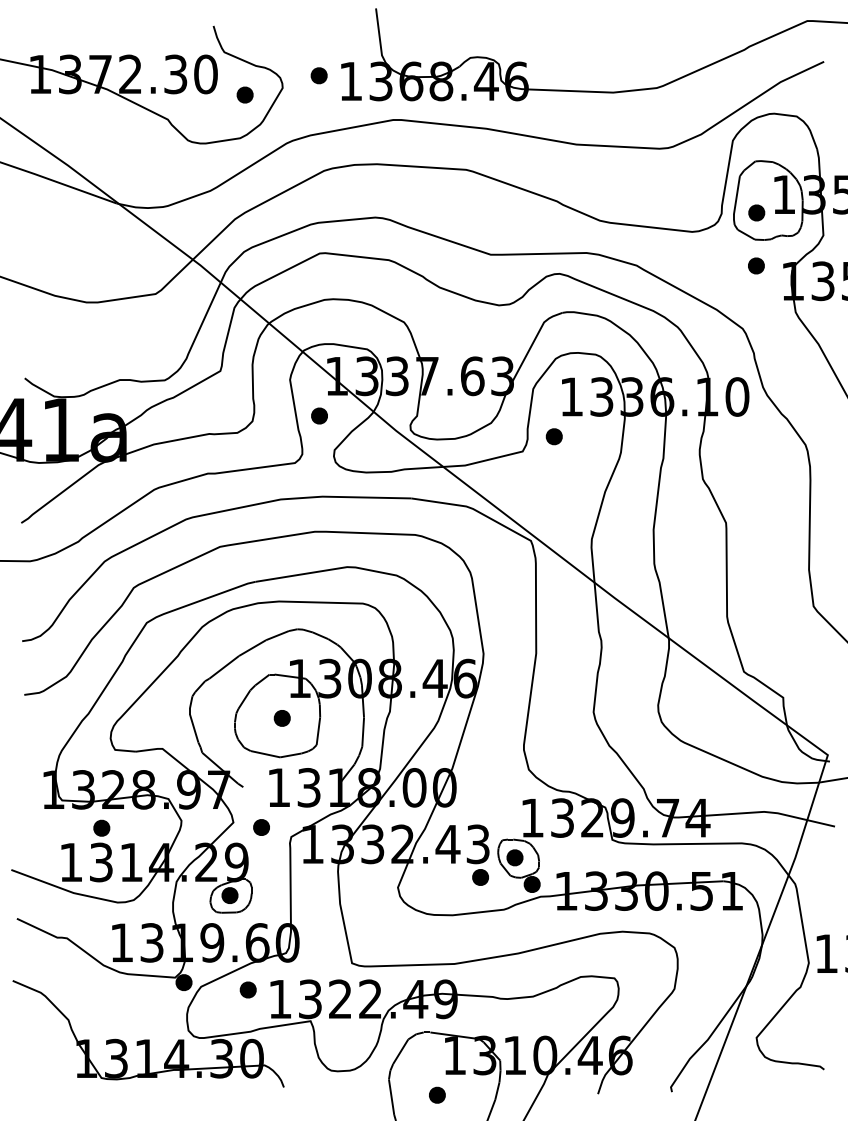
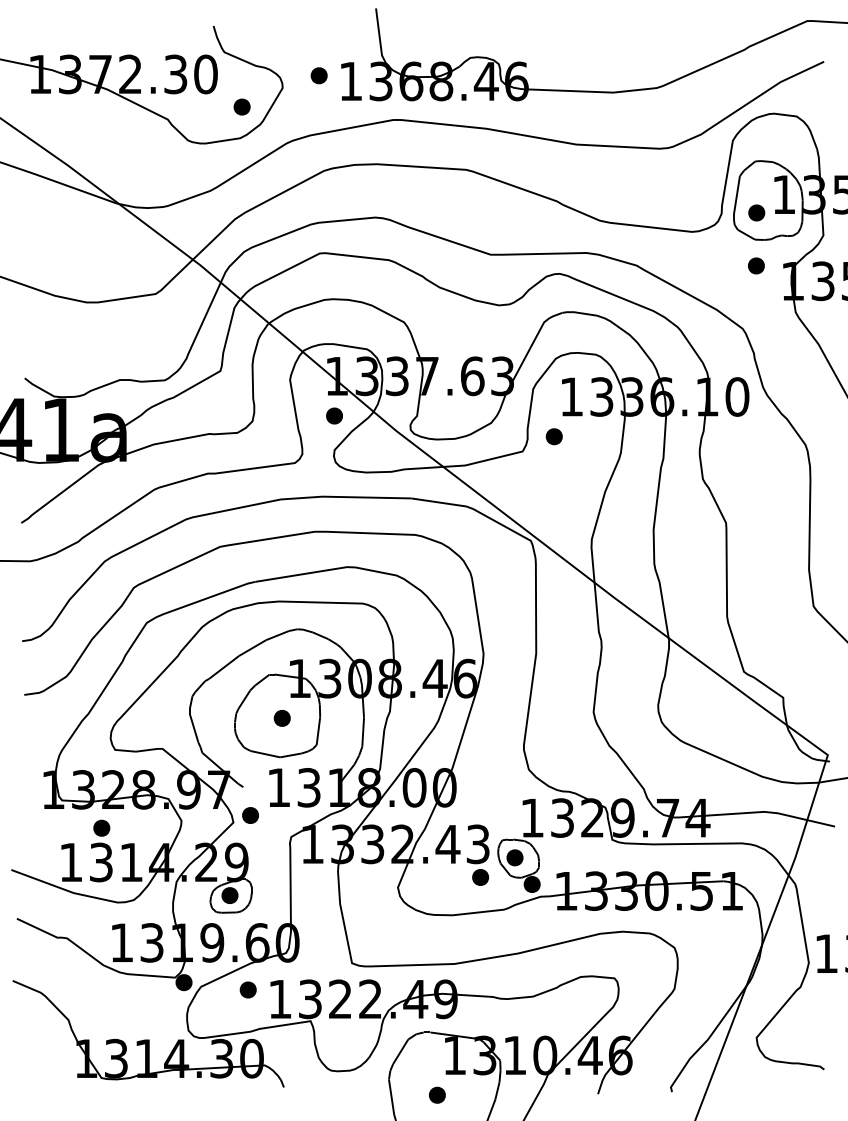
part at (244, 94) position: (244, 94) -> (241, 106)
part at (319, 415) position: (319, 415) -> (334, 415)
part at (261, 827) position: (261, 827) -> (250, 815)
